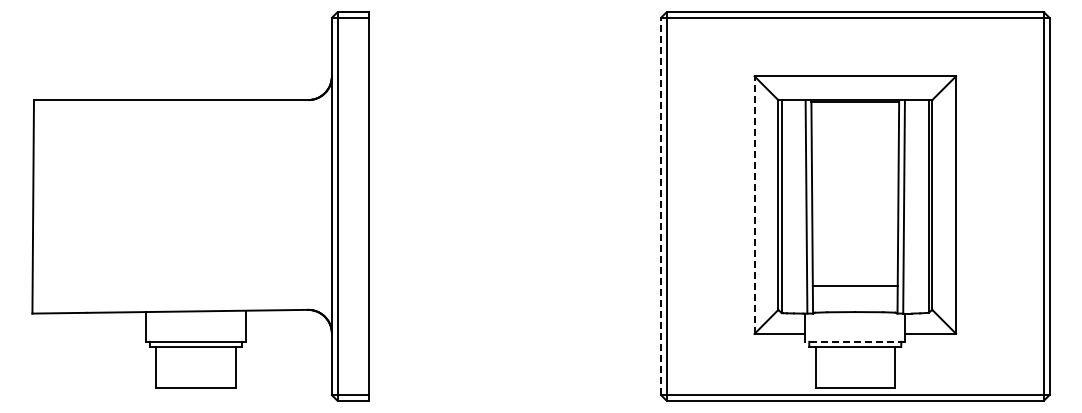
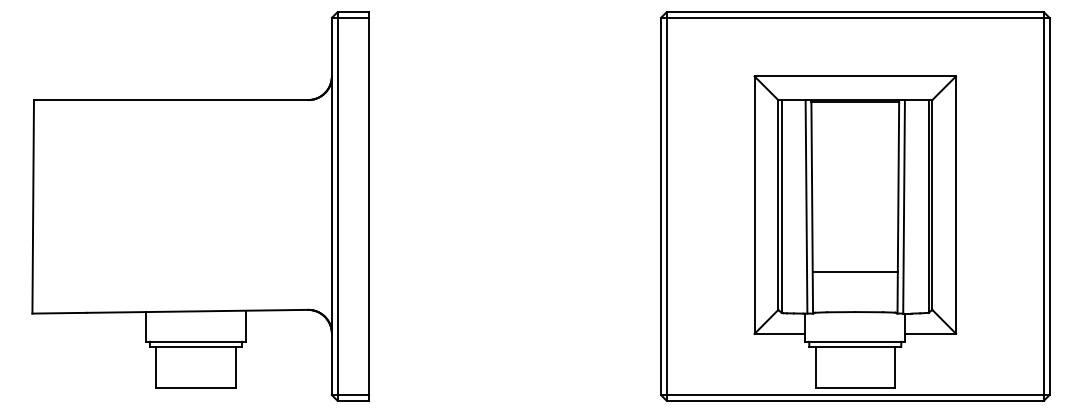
line at (754, 205): dashed -> solid
line at (661, 206): dashed -> solid
line at (854, 286) position: (854, 286) -> (854, 272)
line at (854, 341): dashed -> solid
